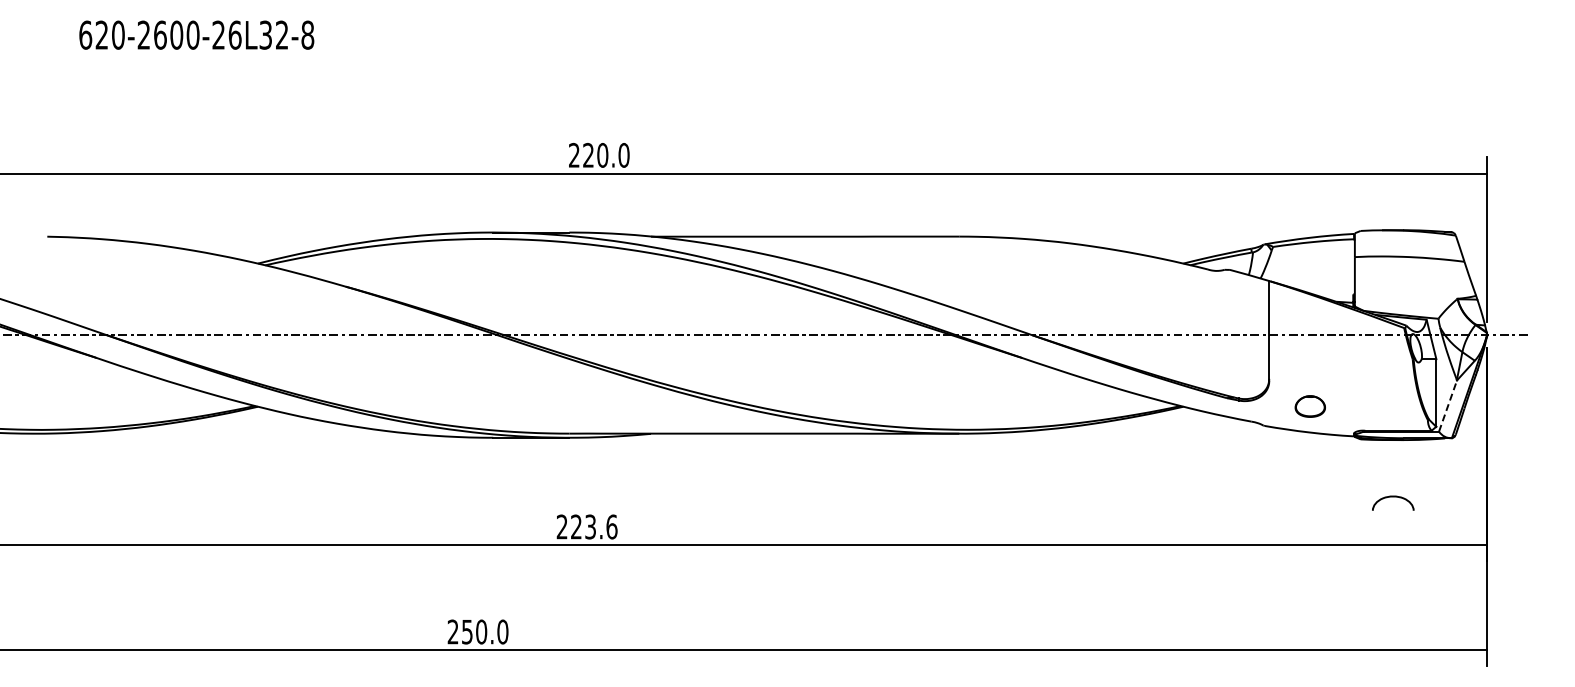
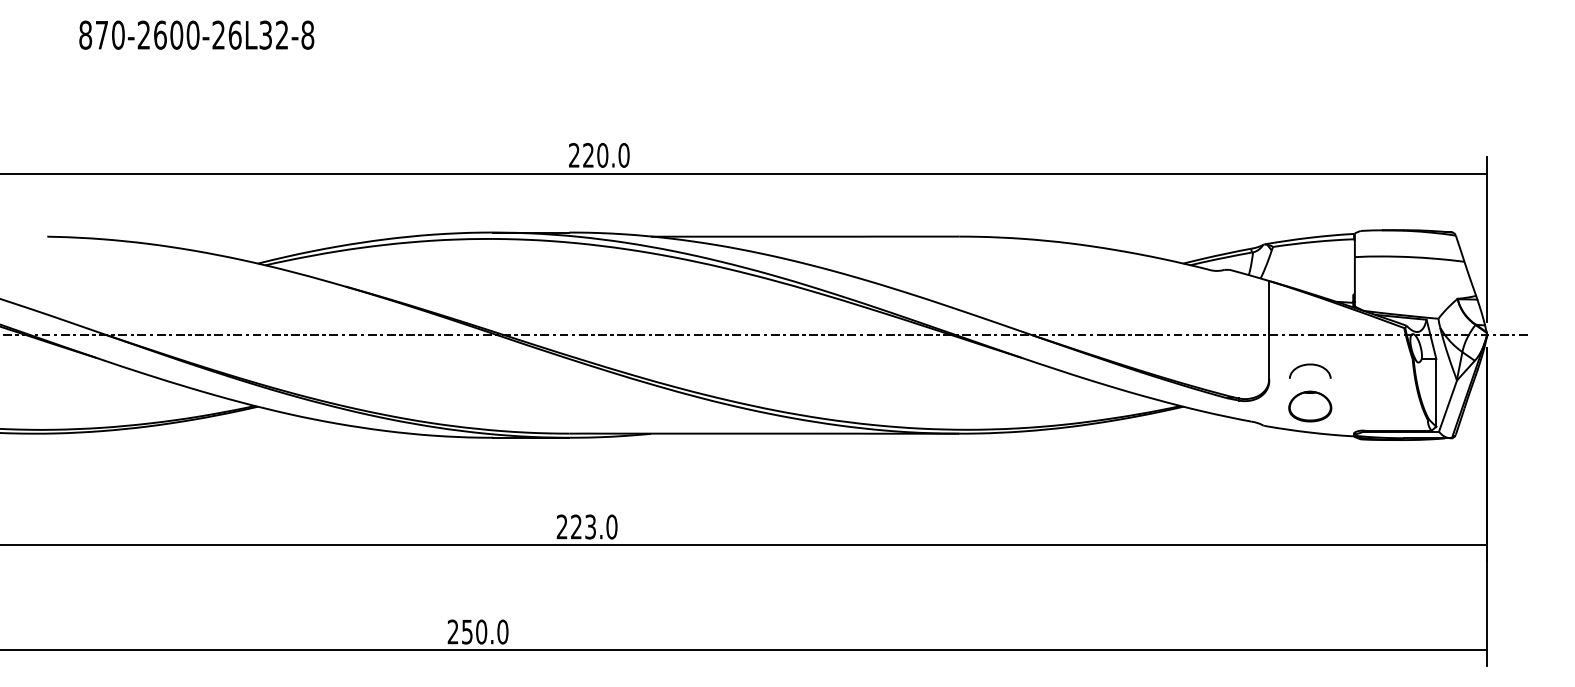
text at (93, 34): 620-2600-26L32-8 -> 870-2600-26L32-8
line at (1448, 405): dashed -> solid
part at (1309, 406) size: 32x23 px -> 45x33 px
curve at (1393, 497) position: (1393, 497) -> (1310, 365)
text at (611, 526): 223.6 -> 223.0
